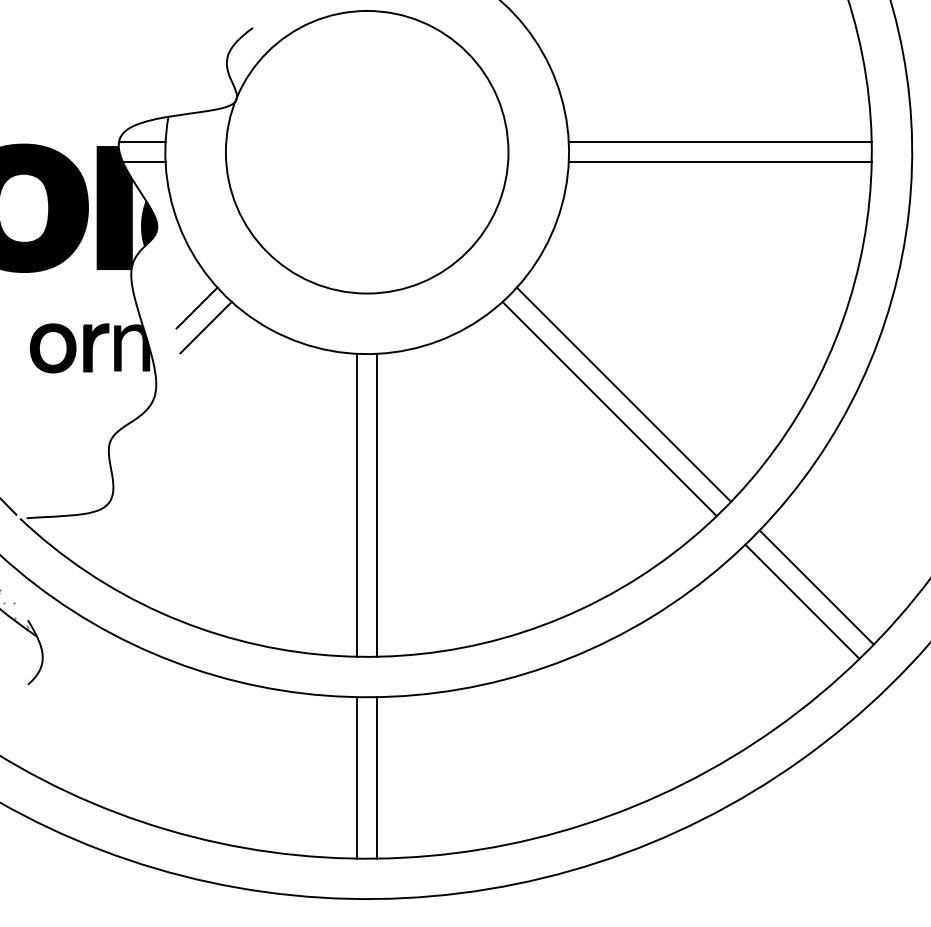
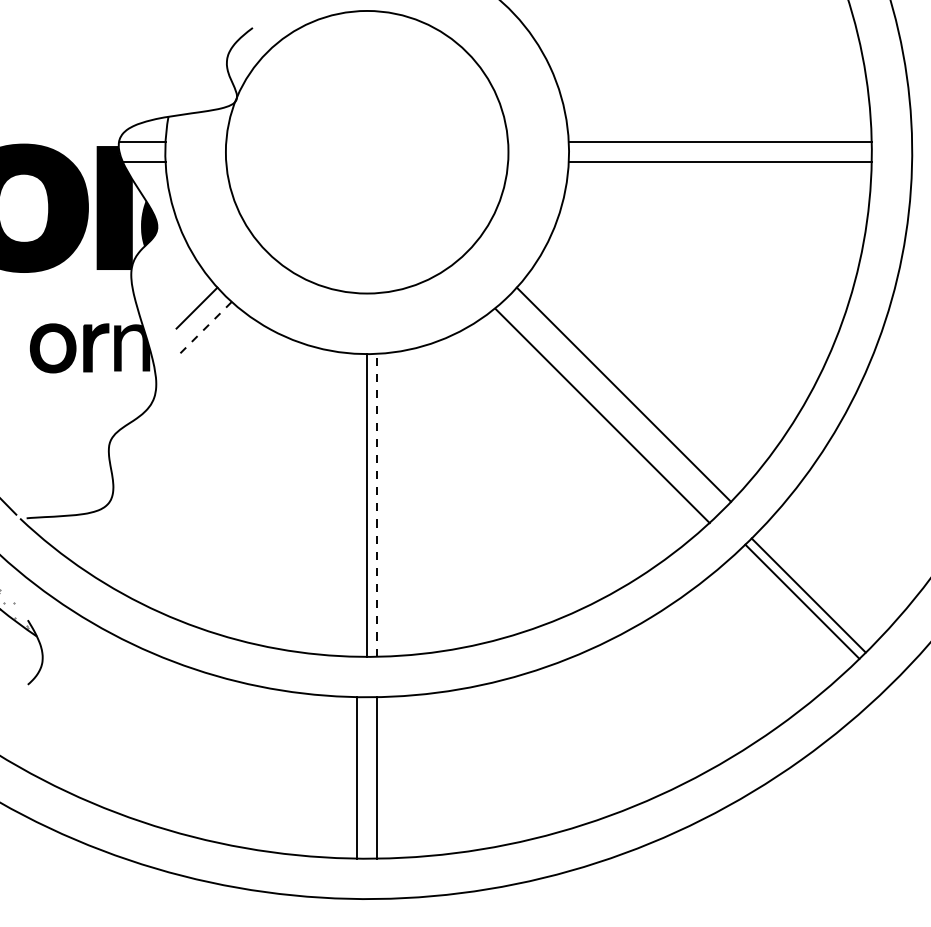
line at (206, 327): solid -> dashed
line at (609, 408) position: (609, 408) -> (602, 415)
line at (357, 504) position: (357, 504) -> (367, 504)
line at (377, 504): solid -> dashed
line at (816, 587) position: (816, 587) -> (808, 595)
